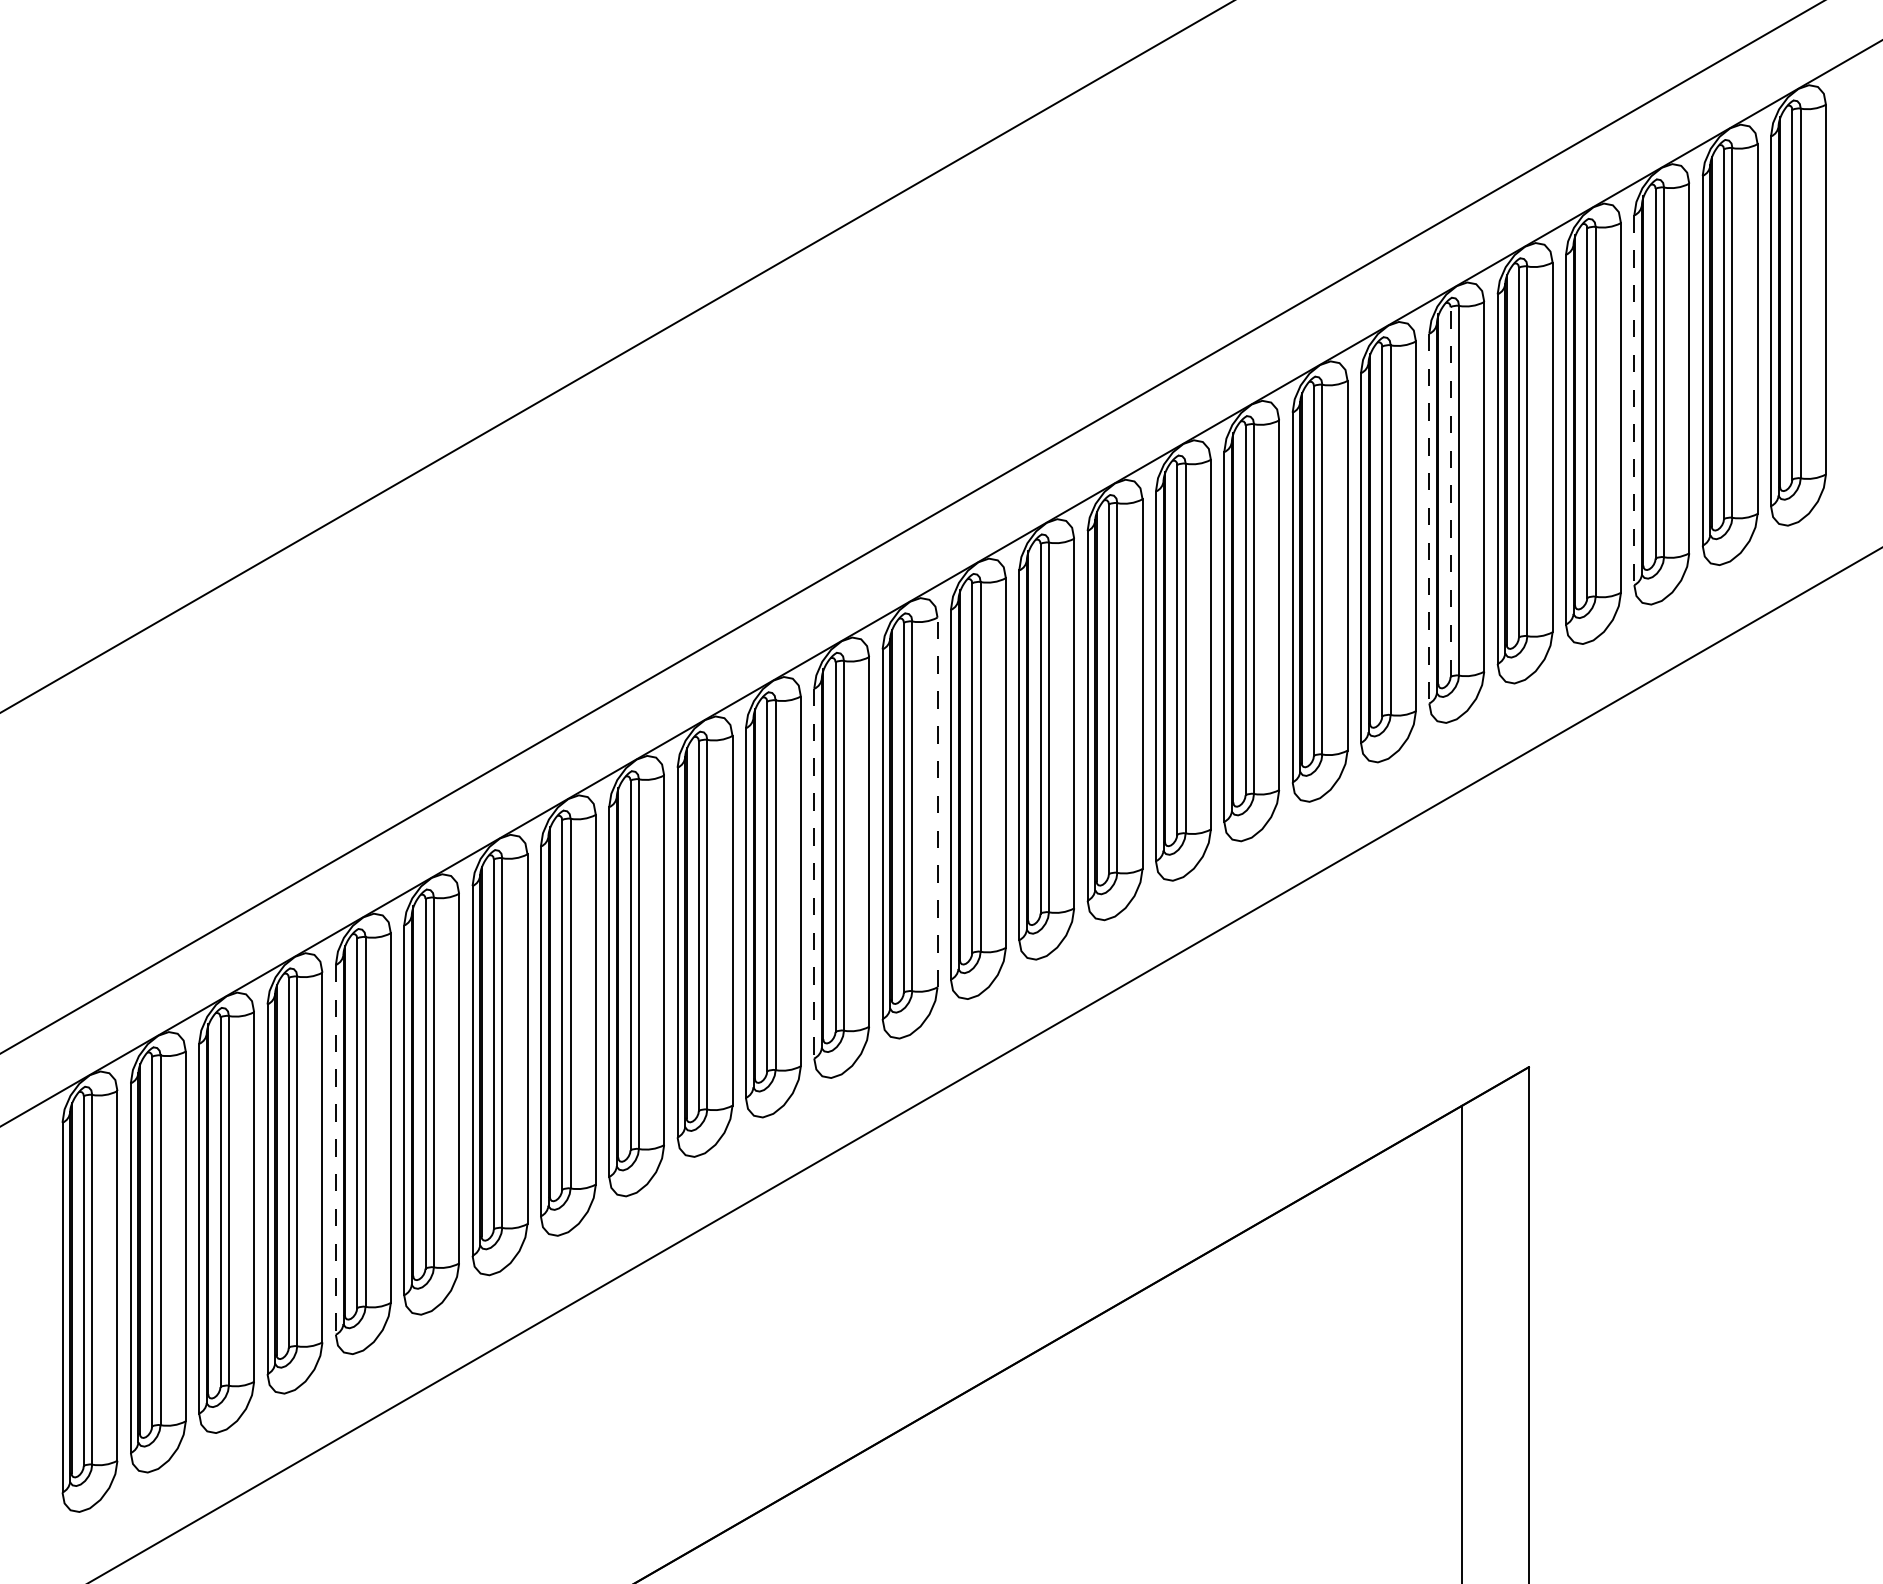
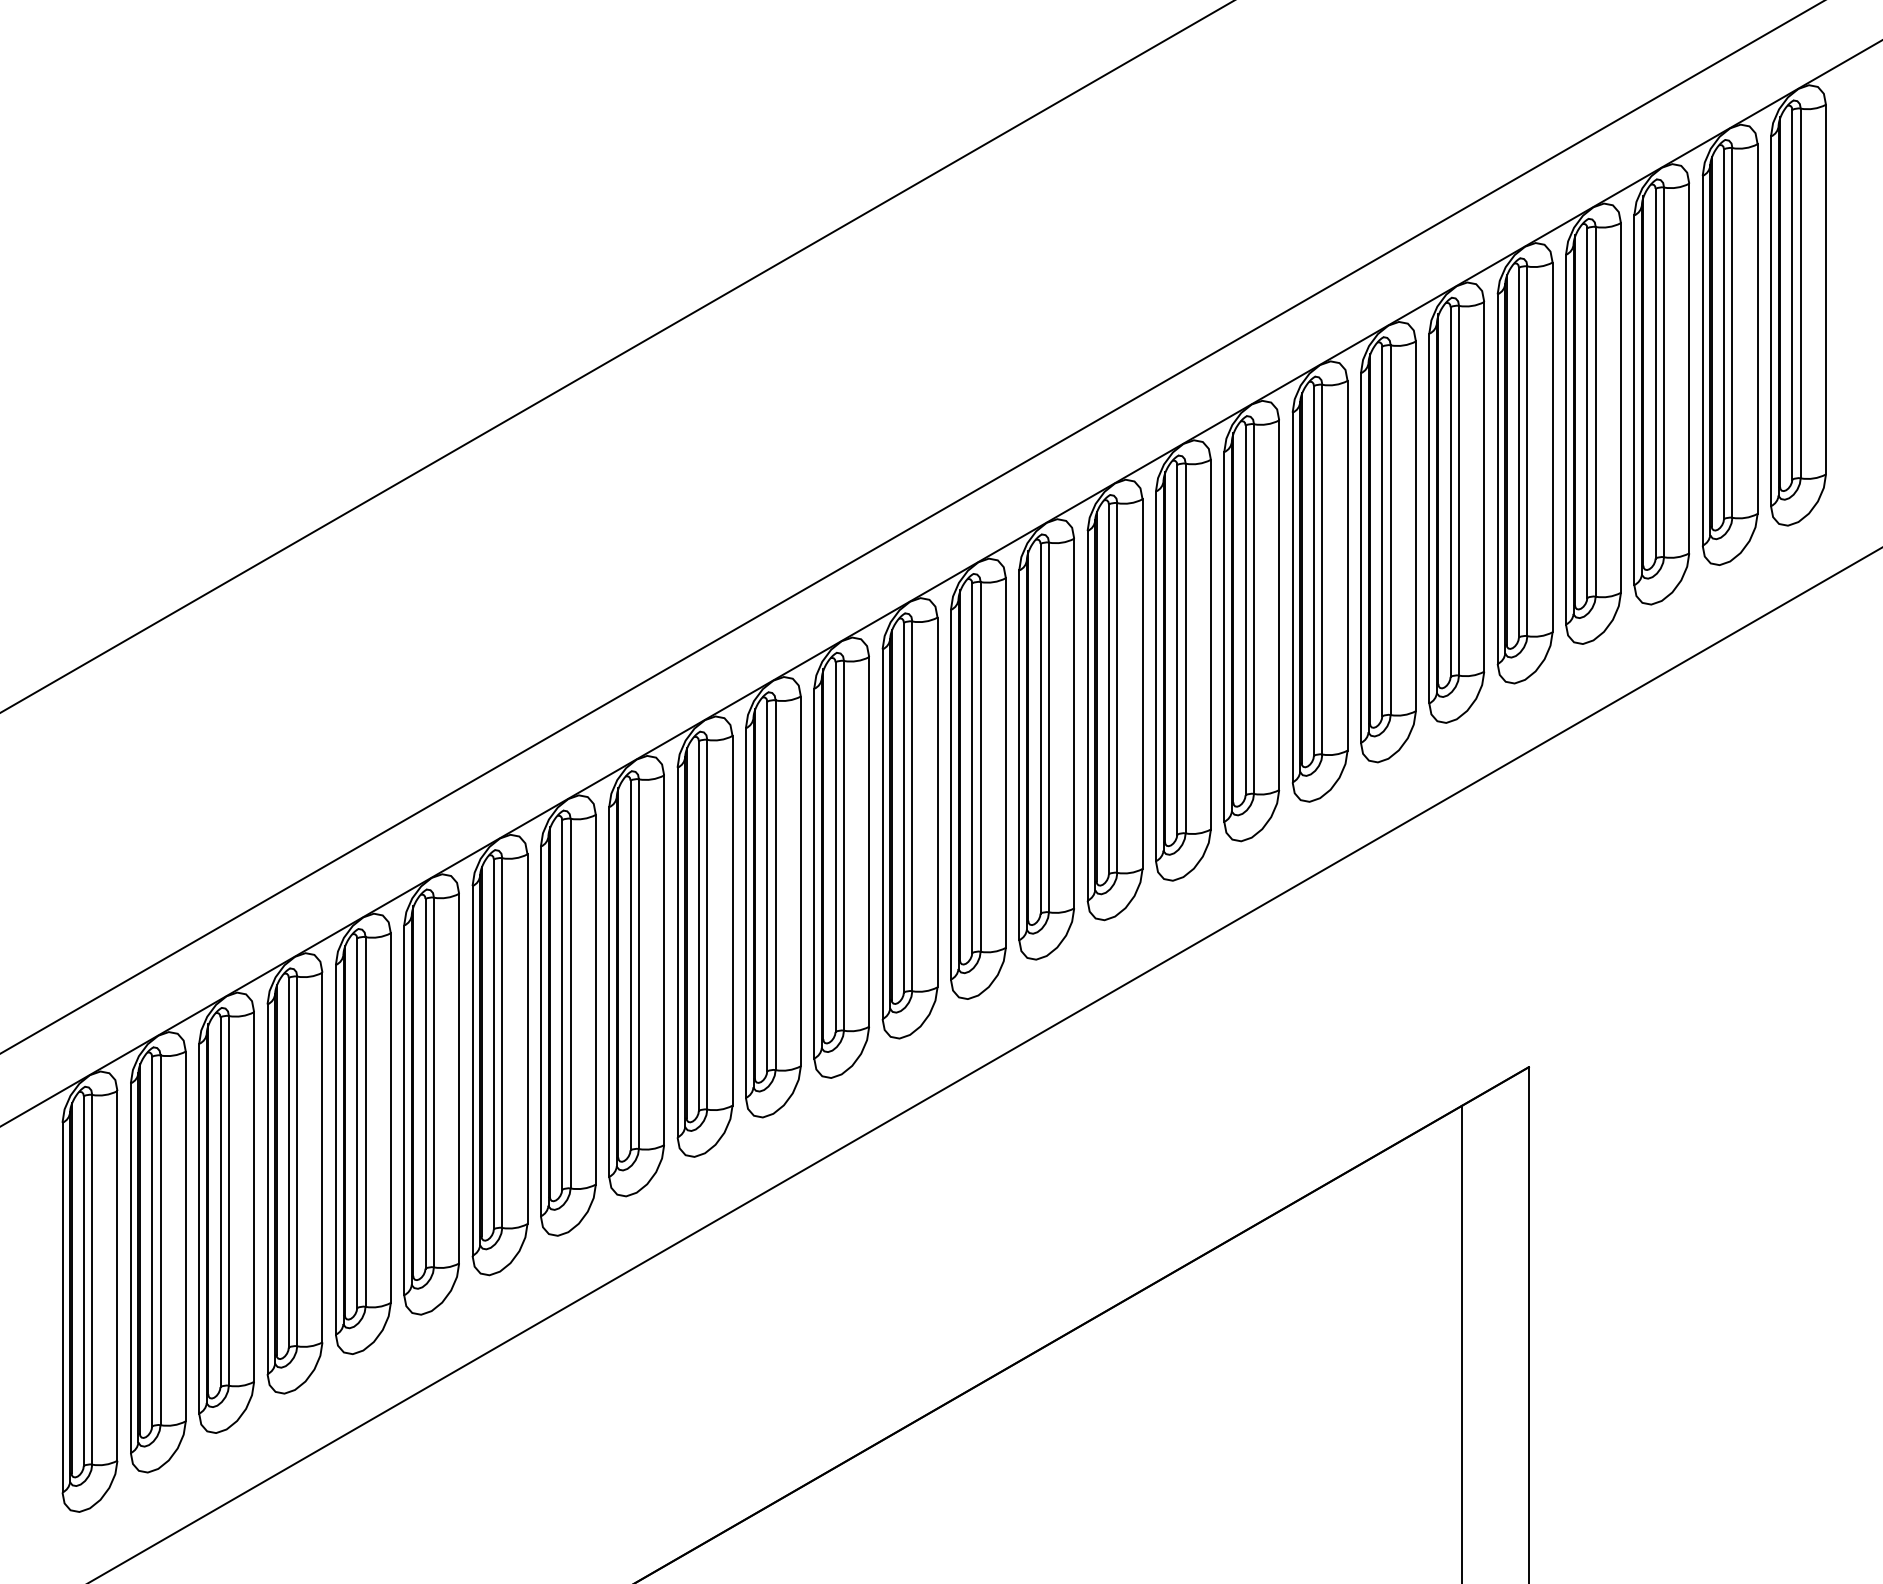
line at (1634, 400): dashed -> solid
line at (1450, 492): dashed -> solid
line at (1429, 518): dashed -> solid
line at (937, 802): dashed -> solid
line at (814, 873): dashed -> solid
line at (335, 1149): dashed -> solid
